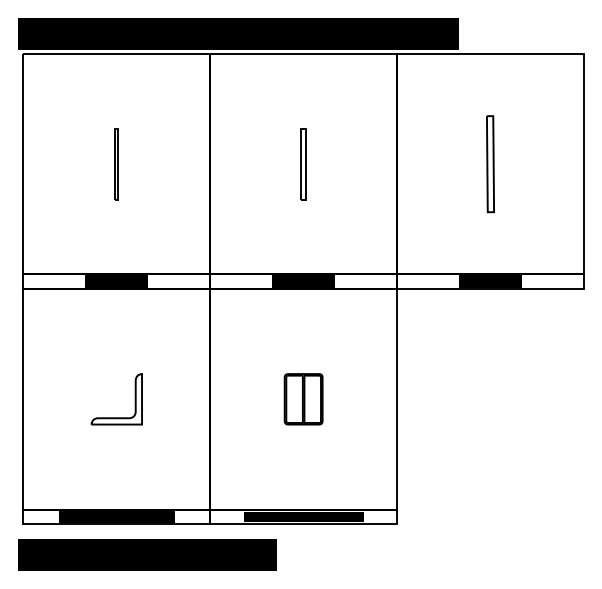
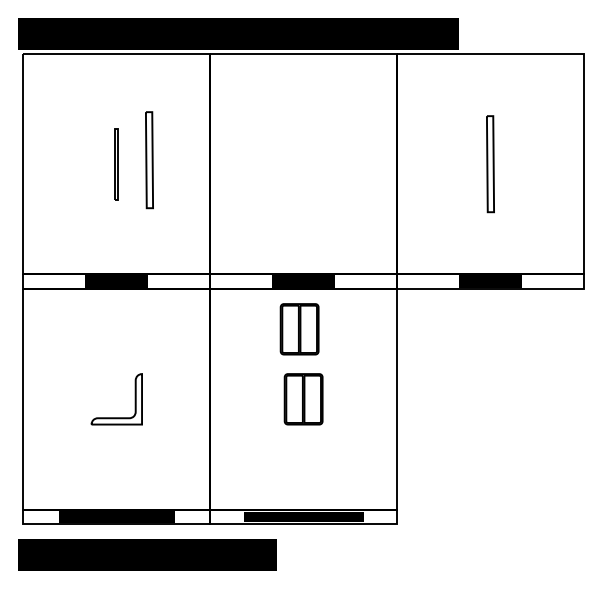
part at (149, 160): none -> present
part at (303, 164): present -> none
part at (299, 329): none -> present
